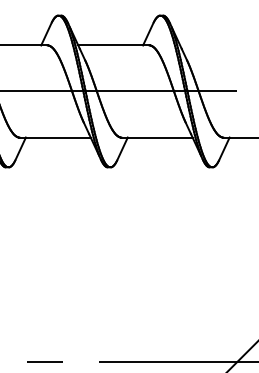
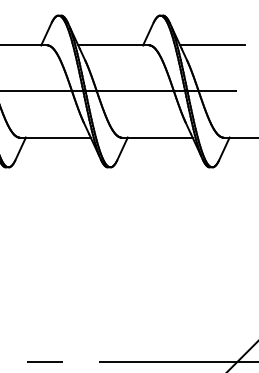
line at (212, 45): none -> present
